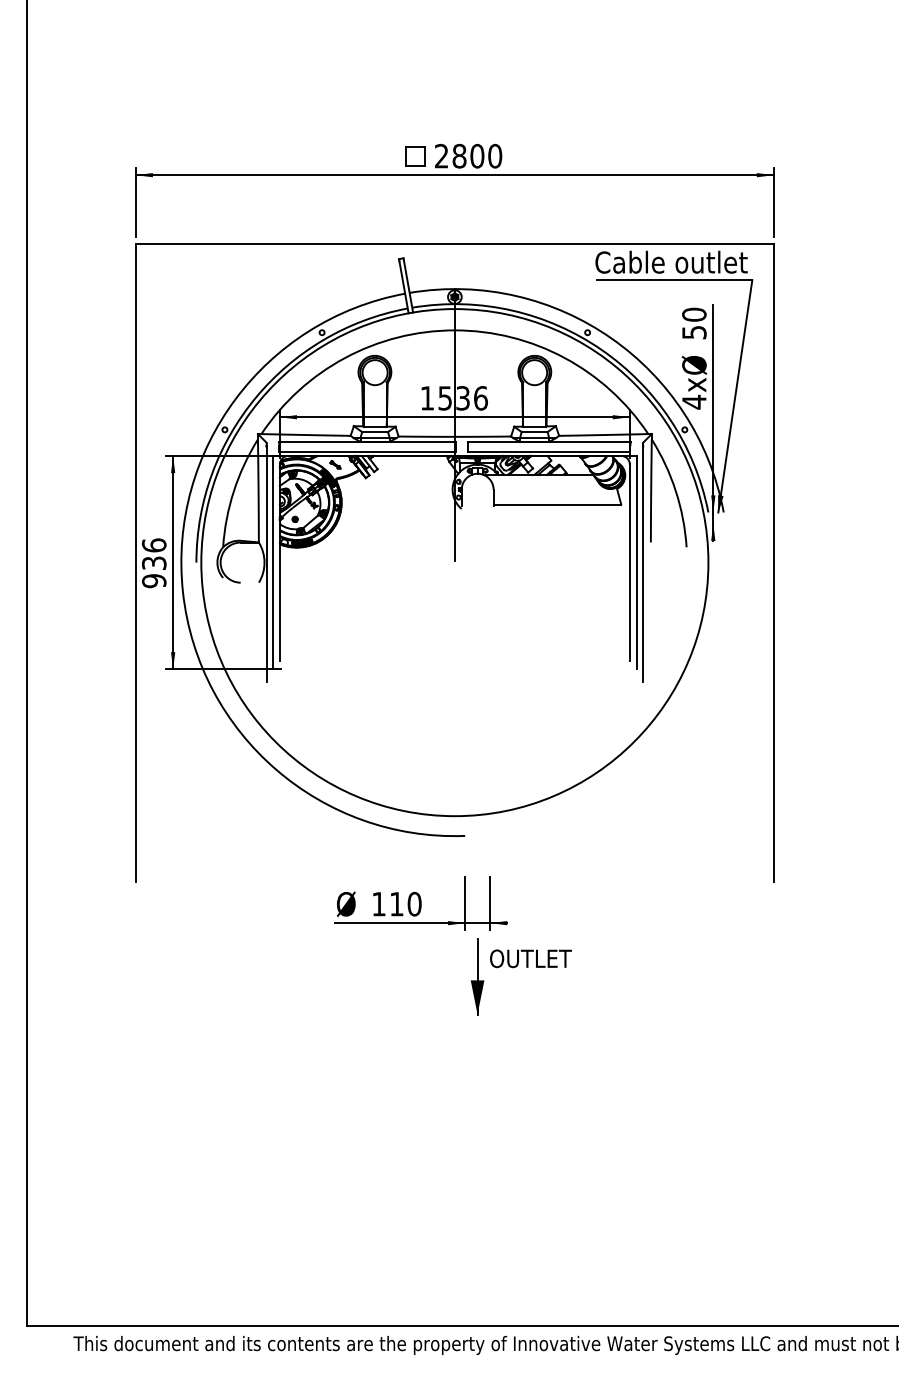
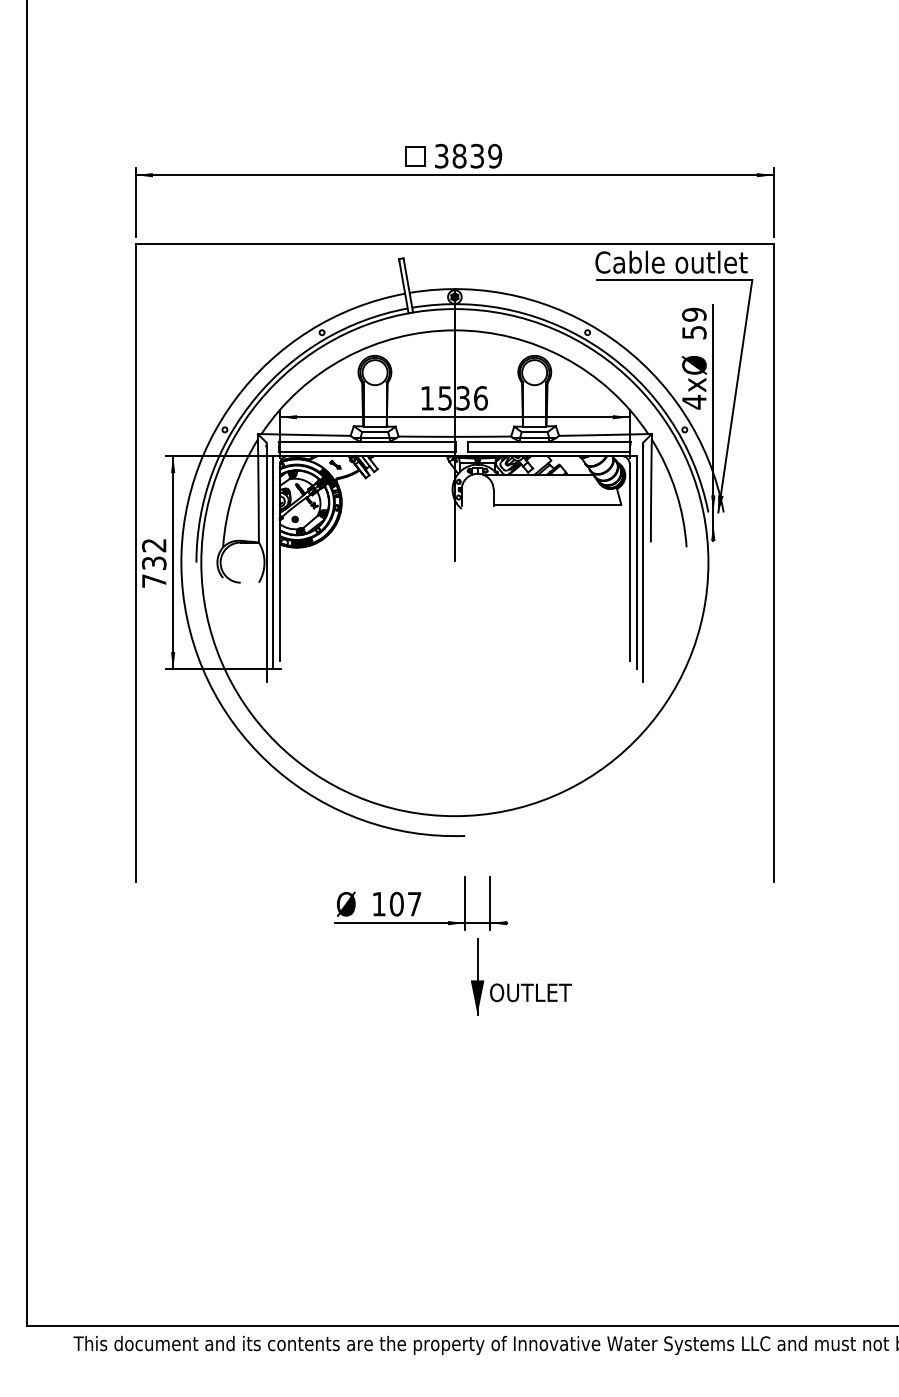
text at (468, 156): 2800 -> 3839
text at (694, 314): 50 -> 59
text at (153, 563): 936 -> 732
text at (405, 903): 110 -> 107
text at (530, 958) position: (530, 958) -> (530, 992)
